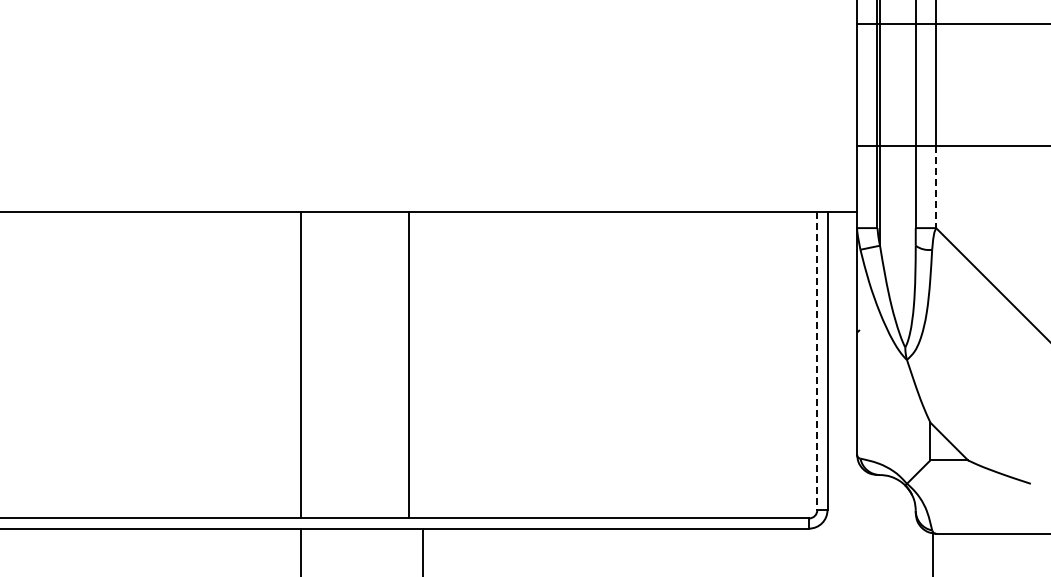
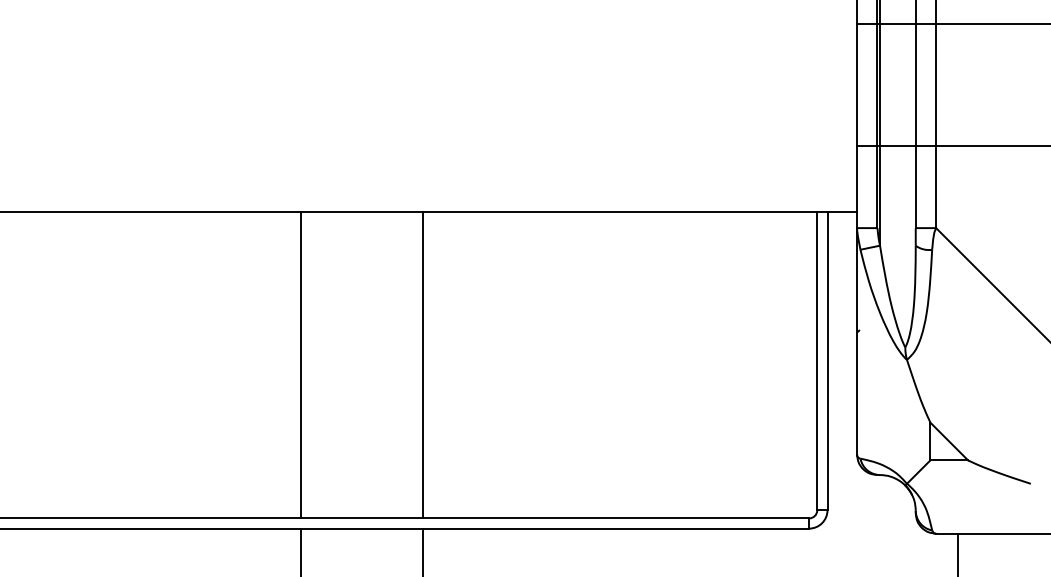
line at (936, 187): dashed -> solid
line at (817, 361): dashed -> solid
line at (409, 365) position: (409, 365) -> (423, 365)
line at (932, 553) position: (932, 553) -> (957, 553)
